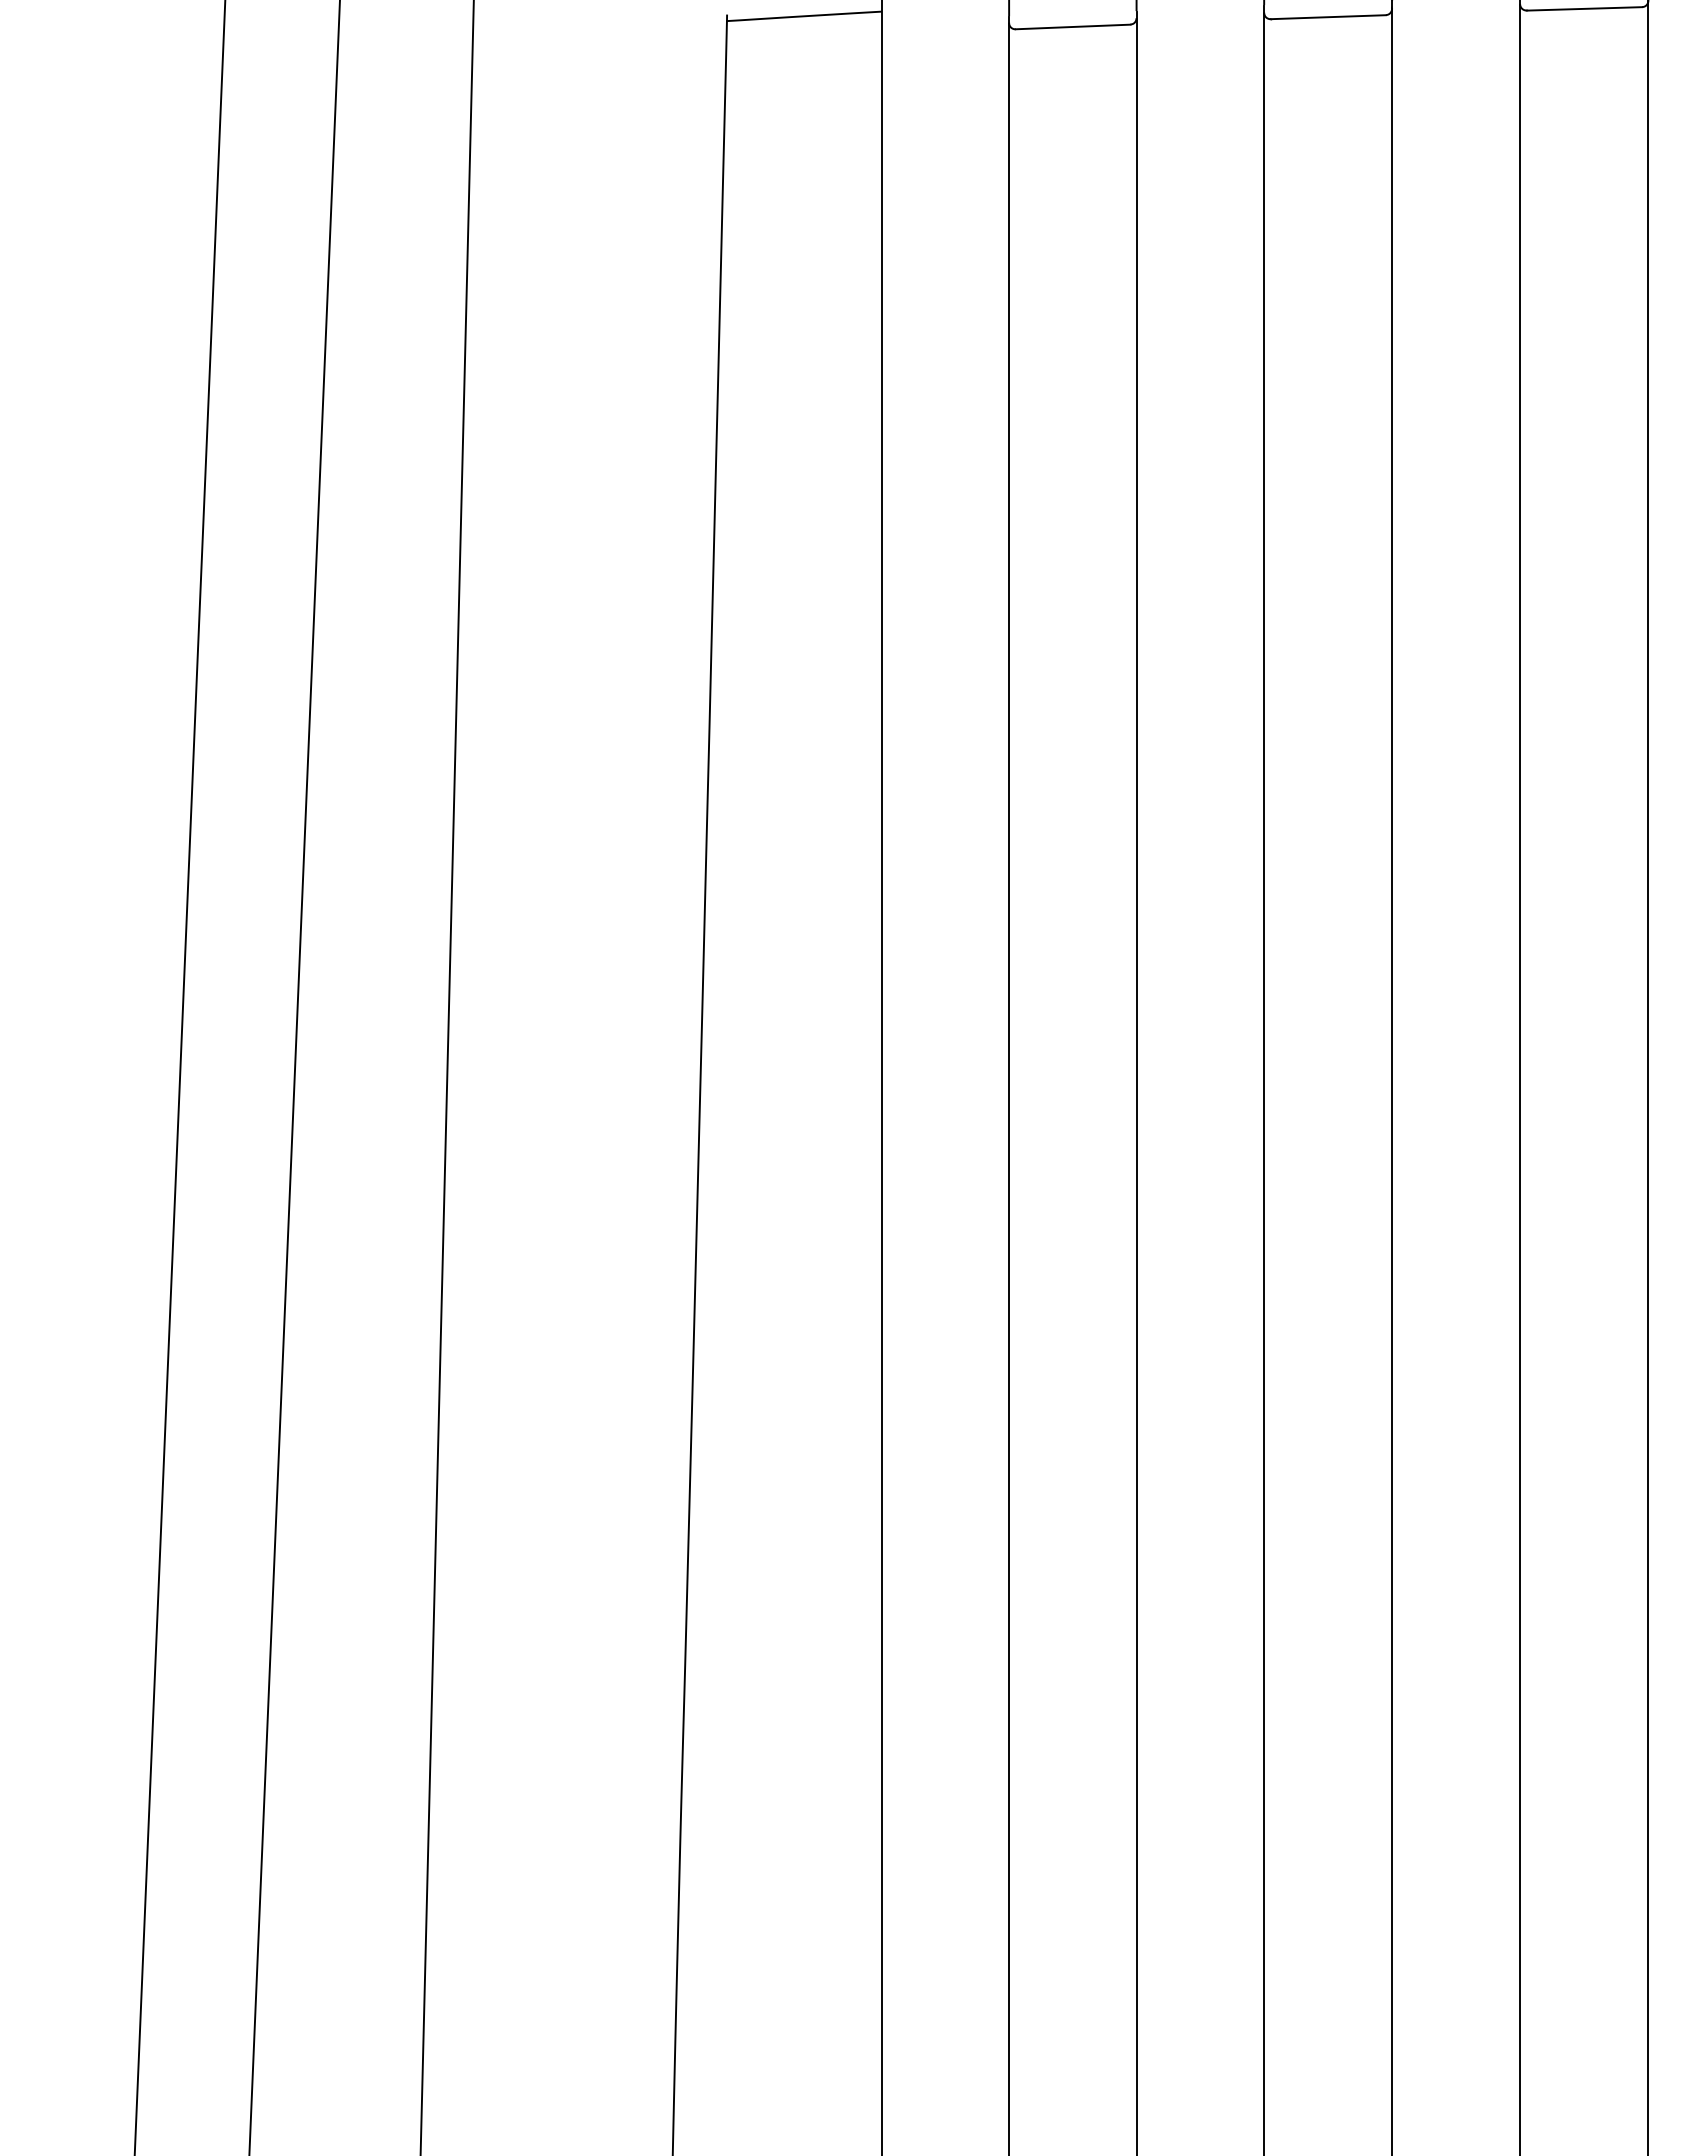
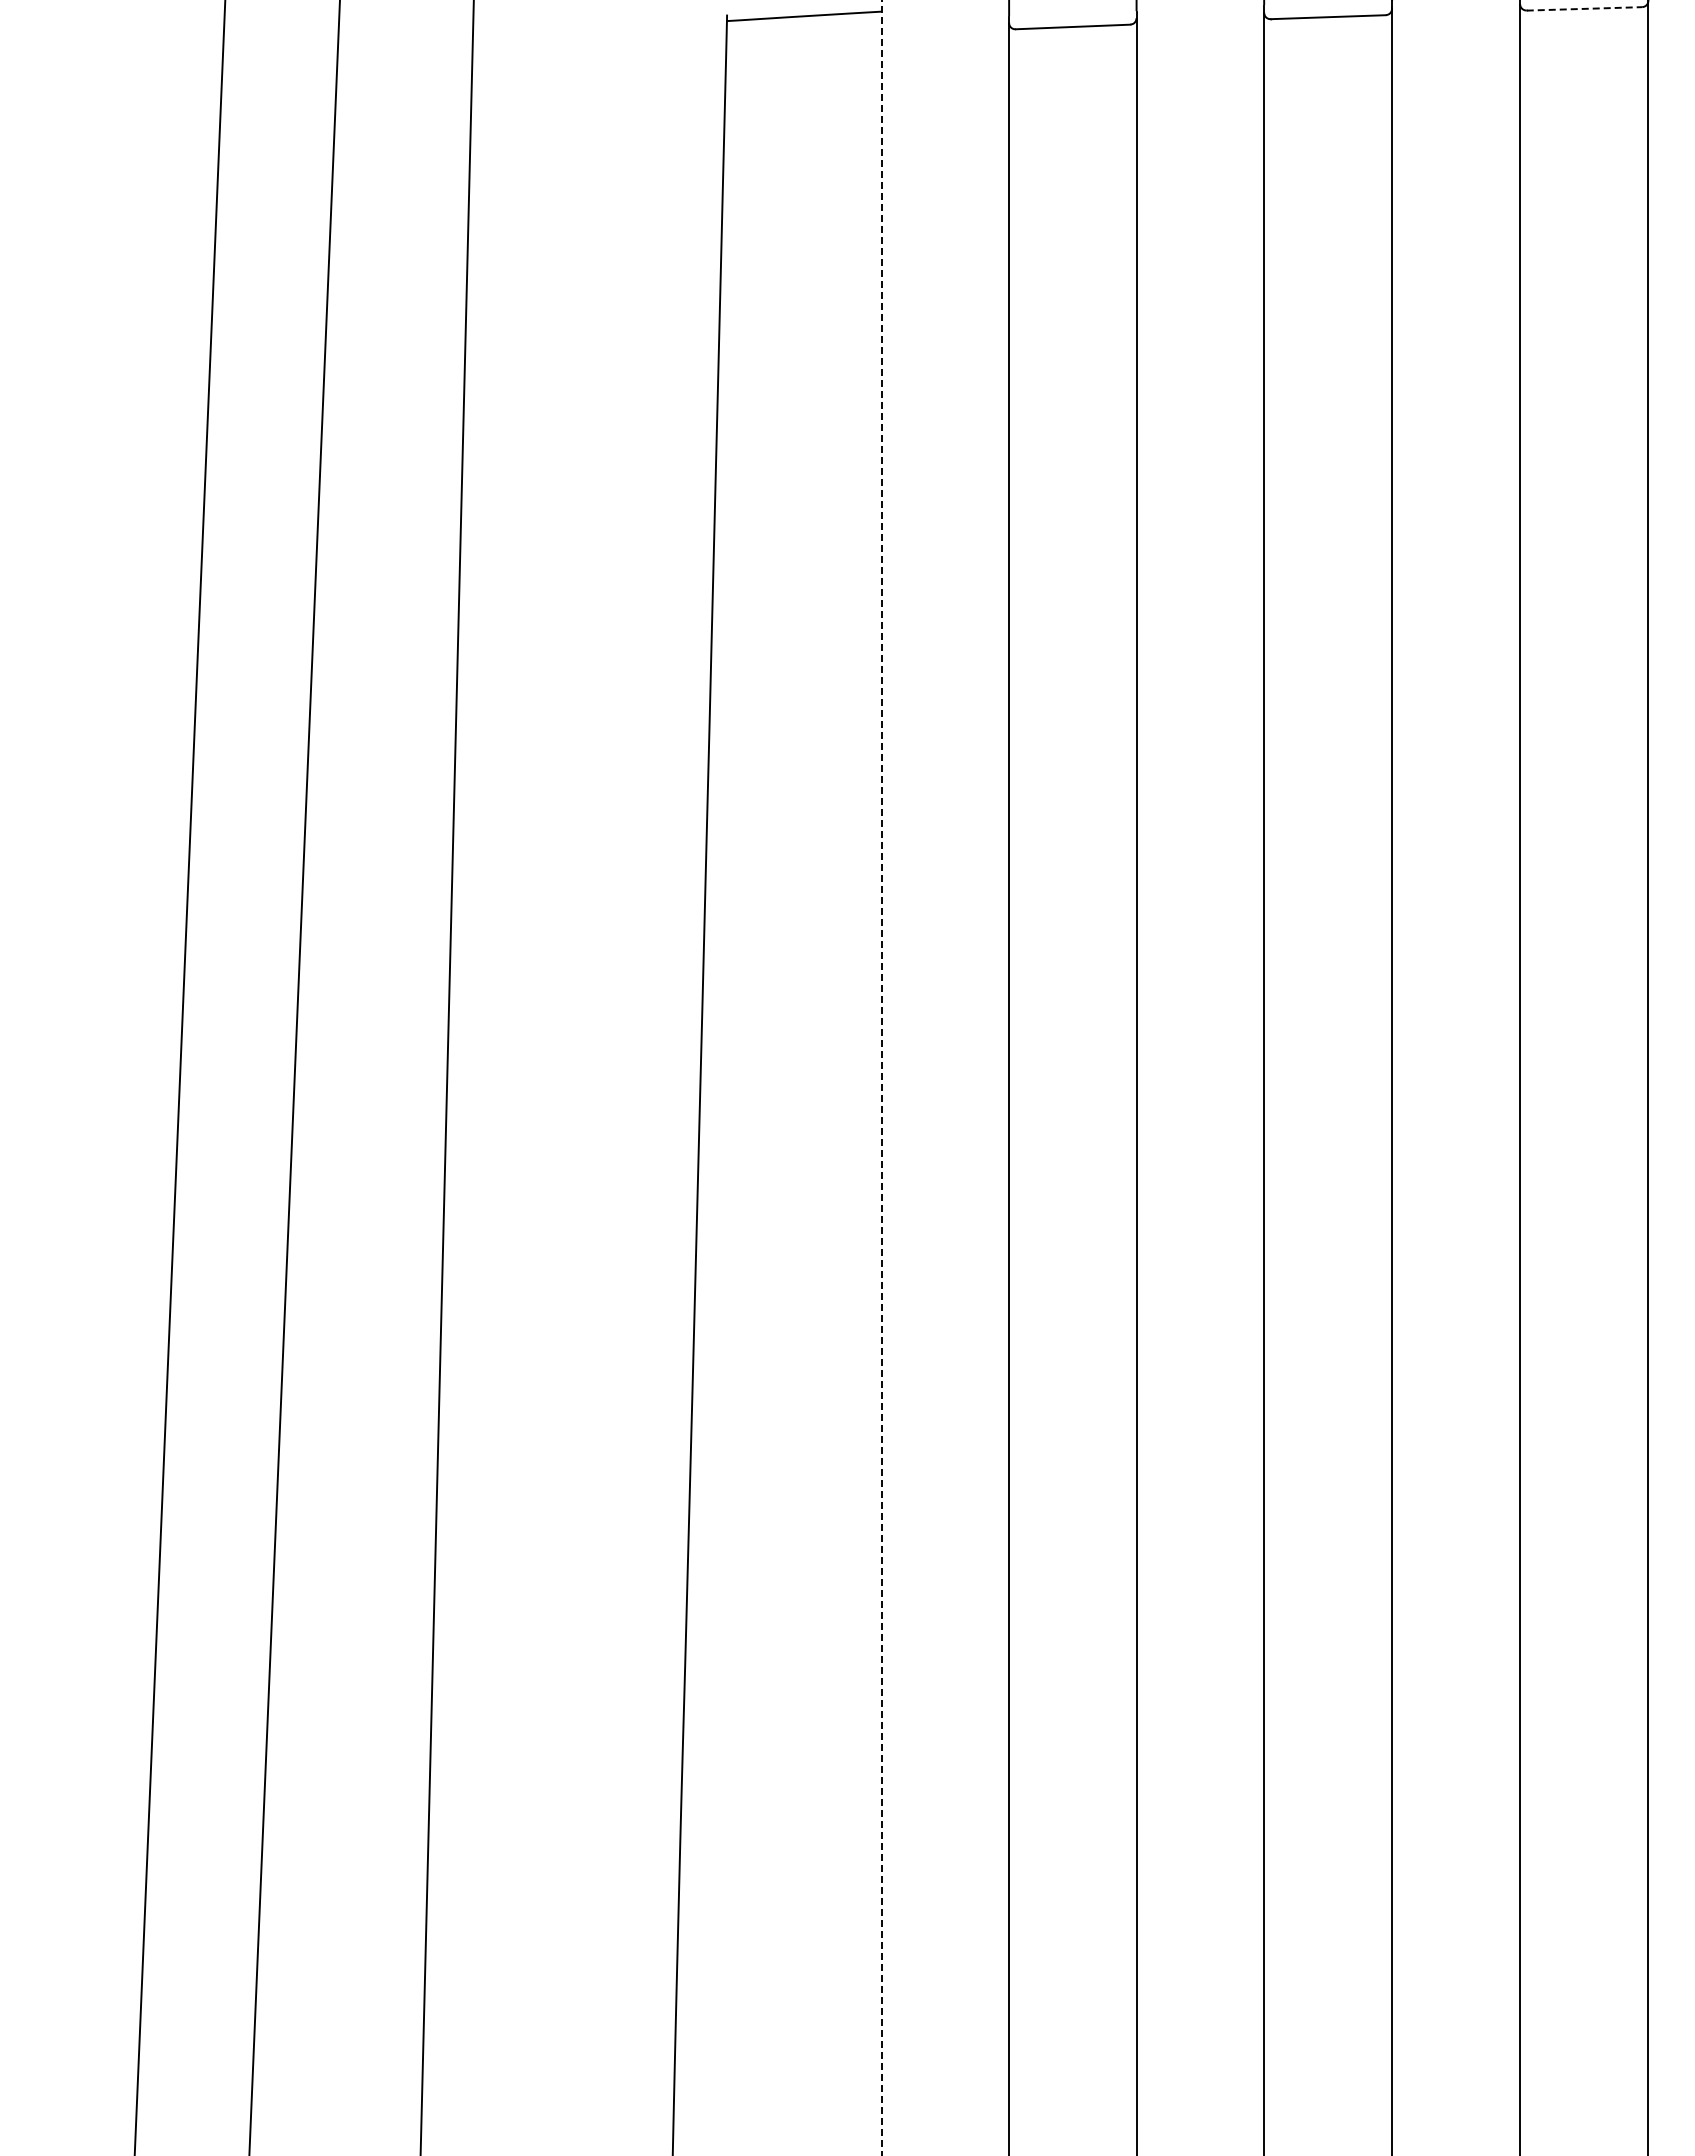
line at (1584, 8): solid -> dashed
line at (881, 1078): solid -> dashed
